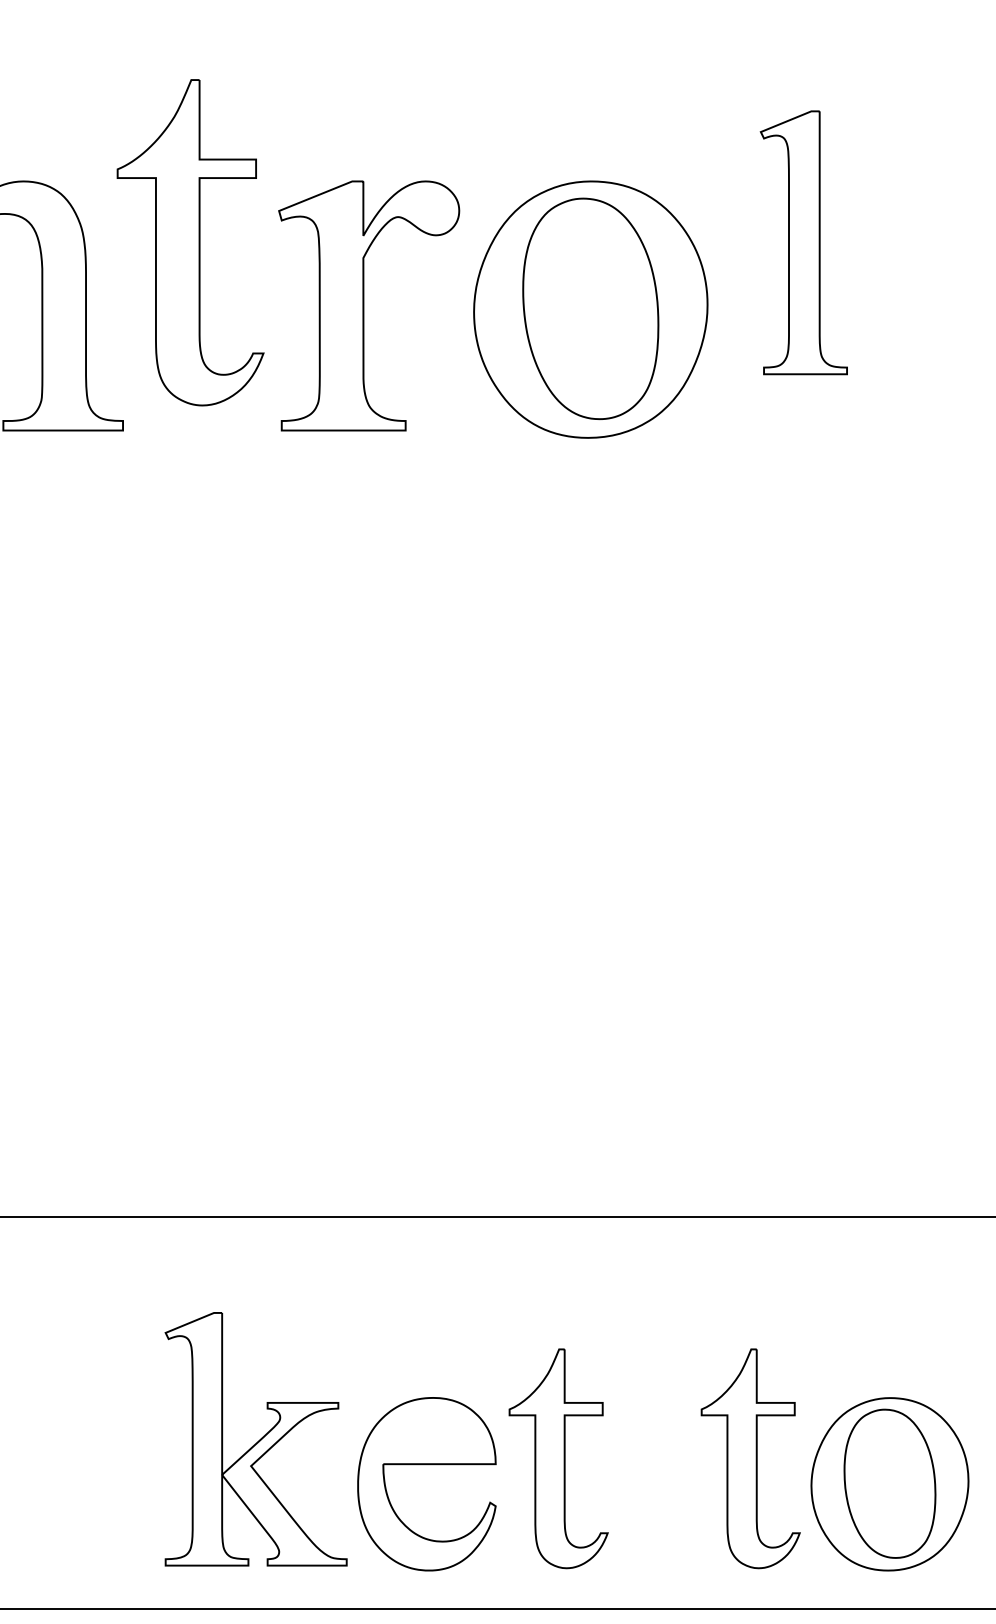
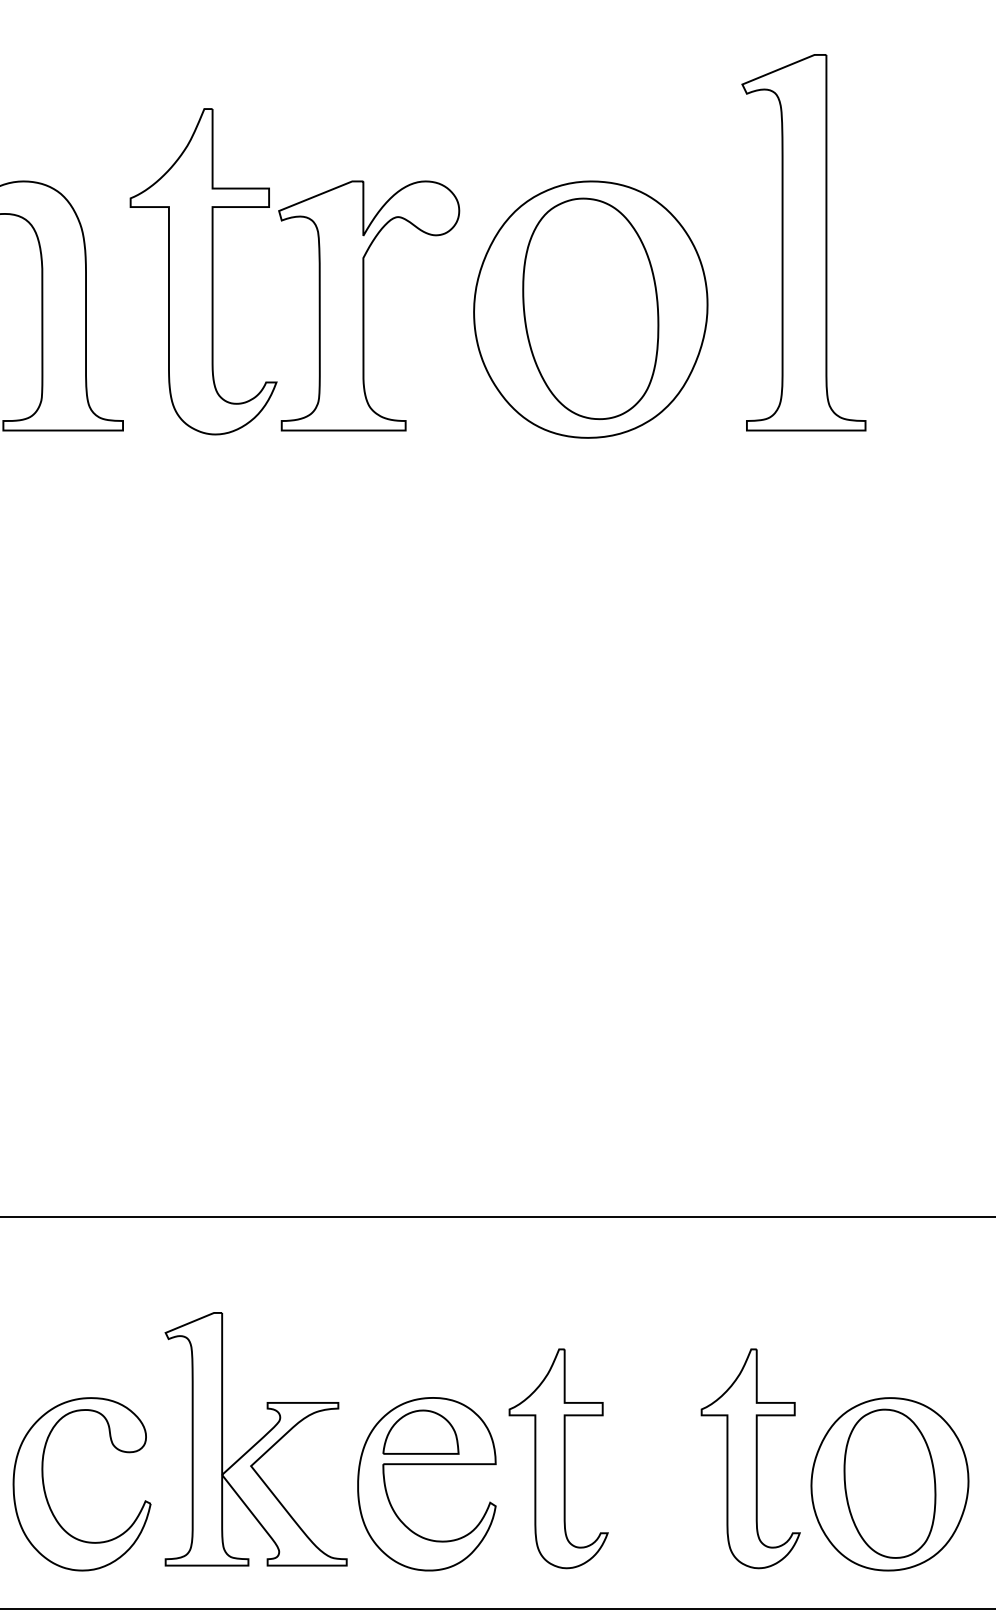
part at (190, 242) position: (190, 242) -> (203, 271)
part at (803, 242) size: 89x266 px -> 126x378 px
part at (420, 1431): none -> present
part at (46, 1493): none -> present
